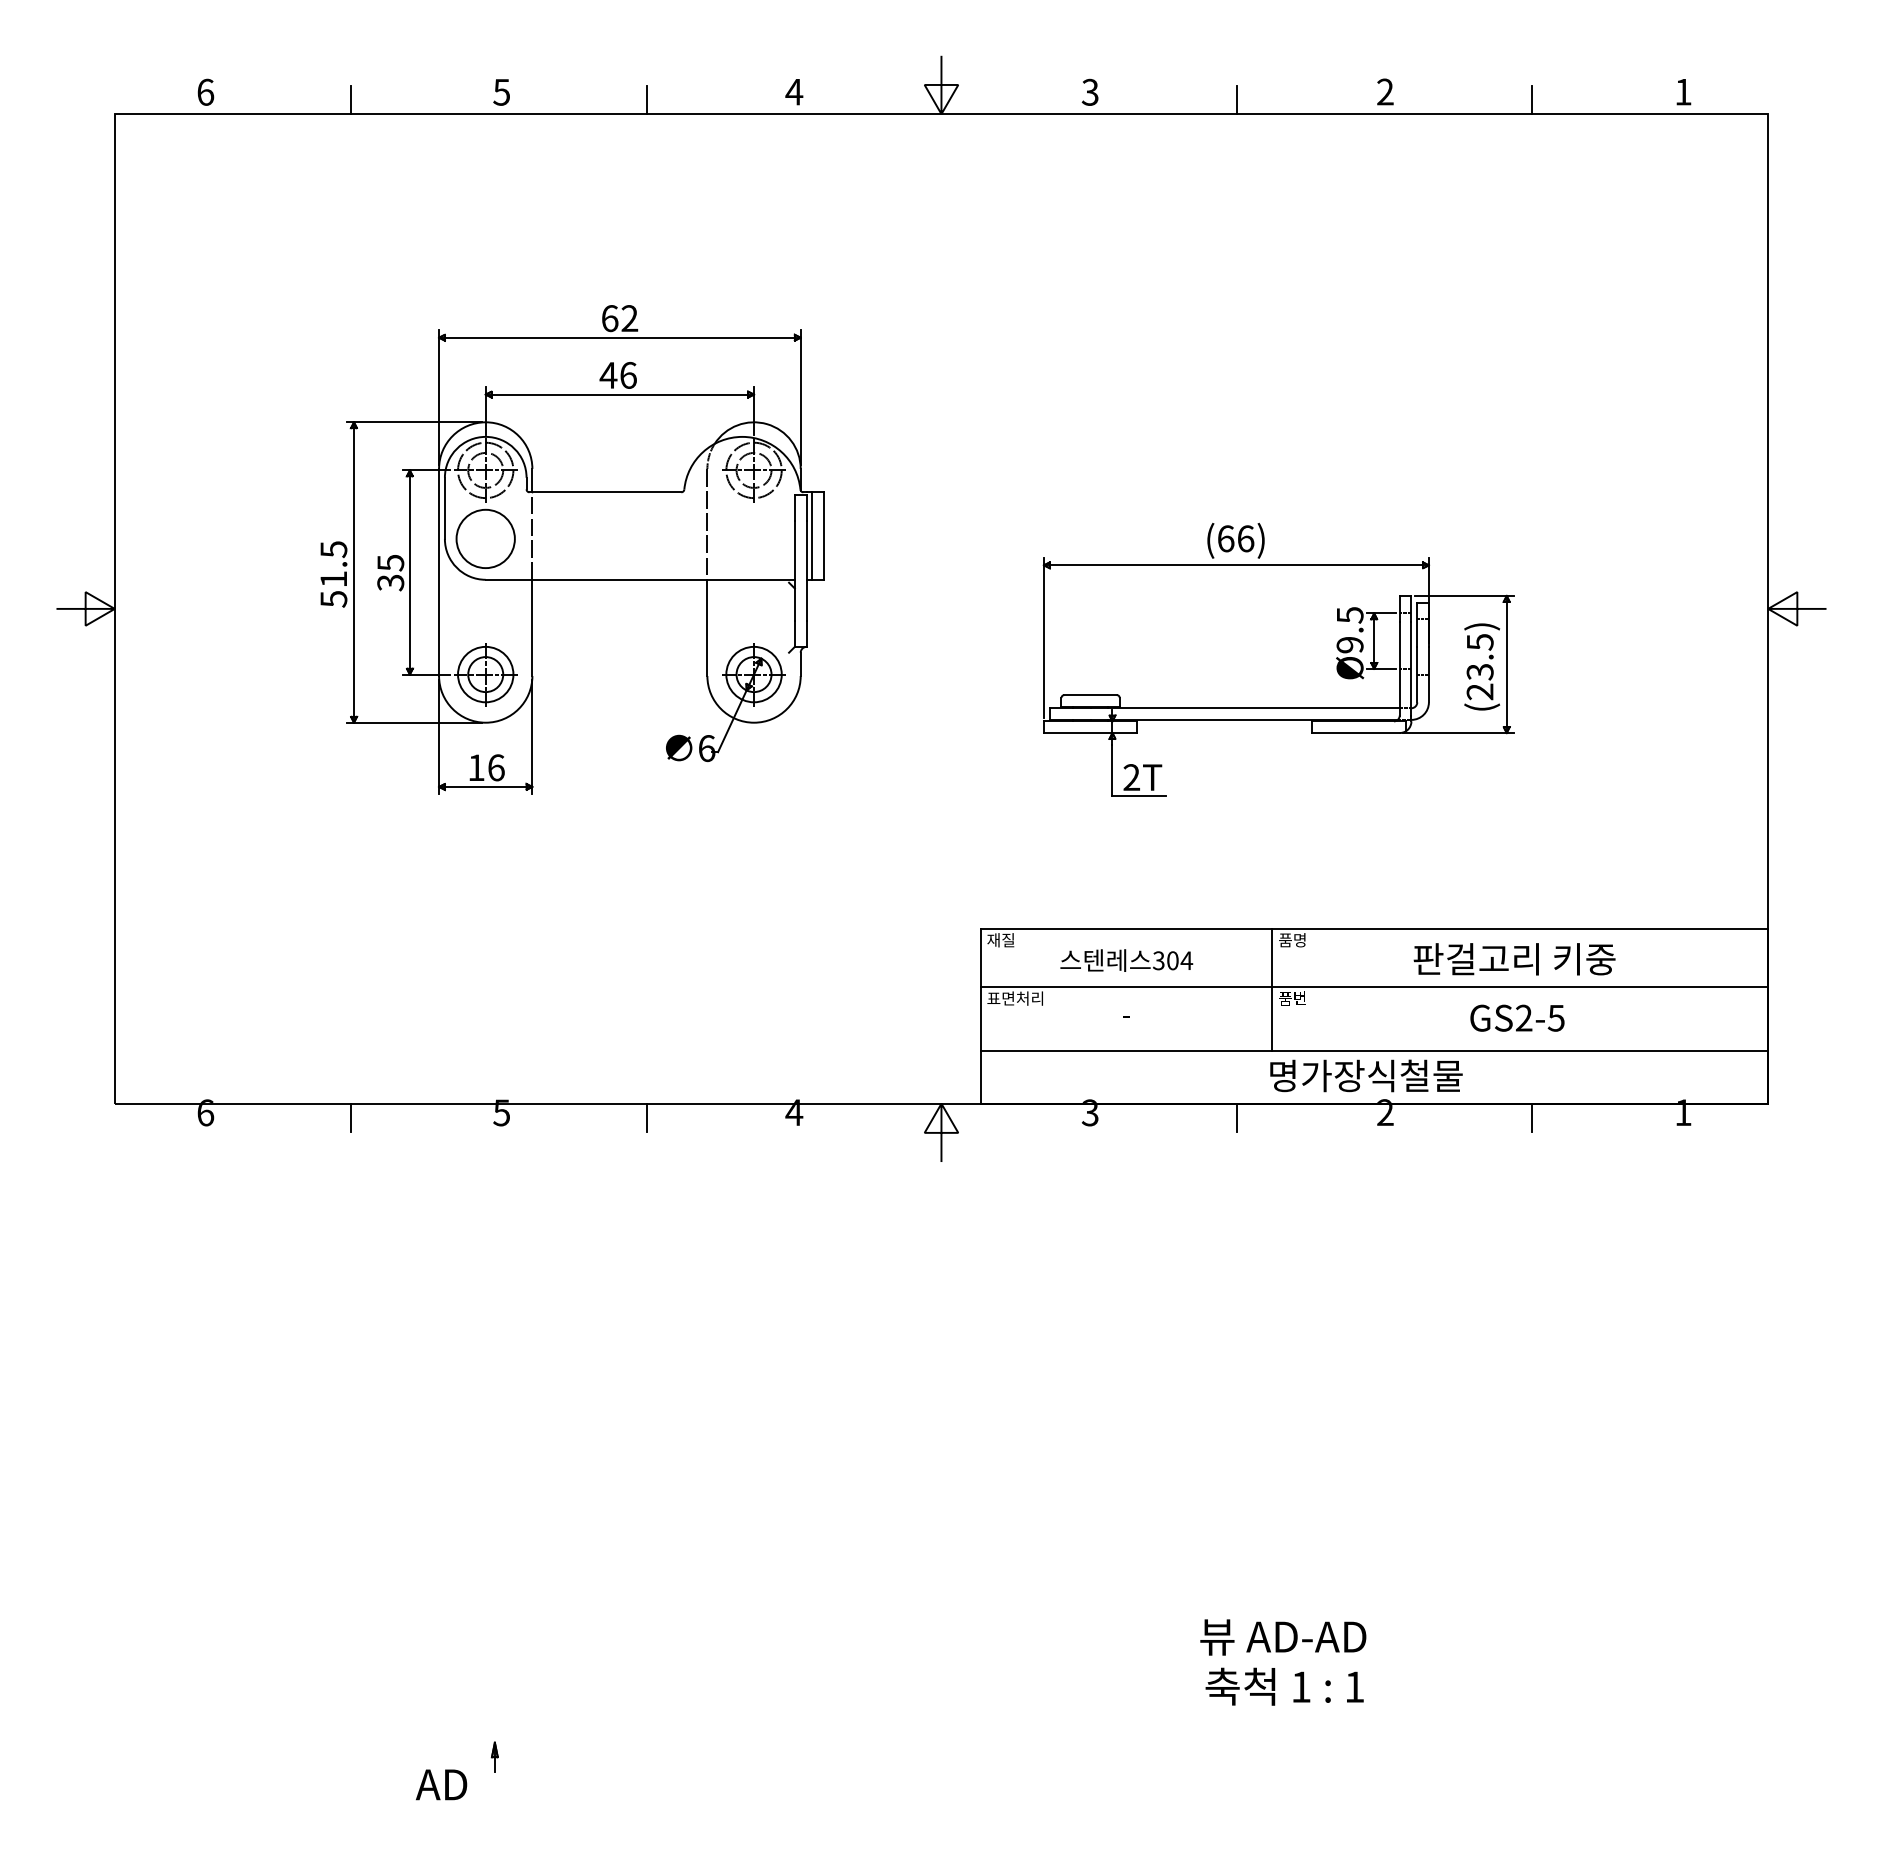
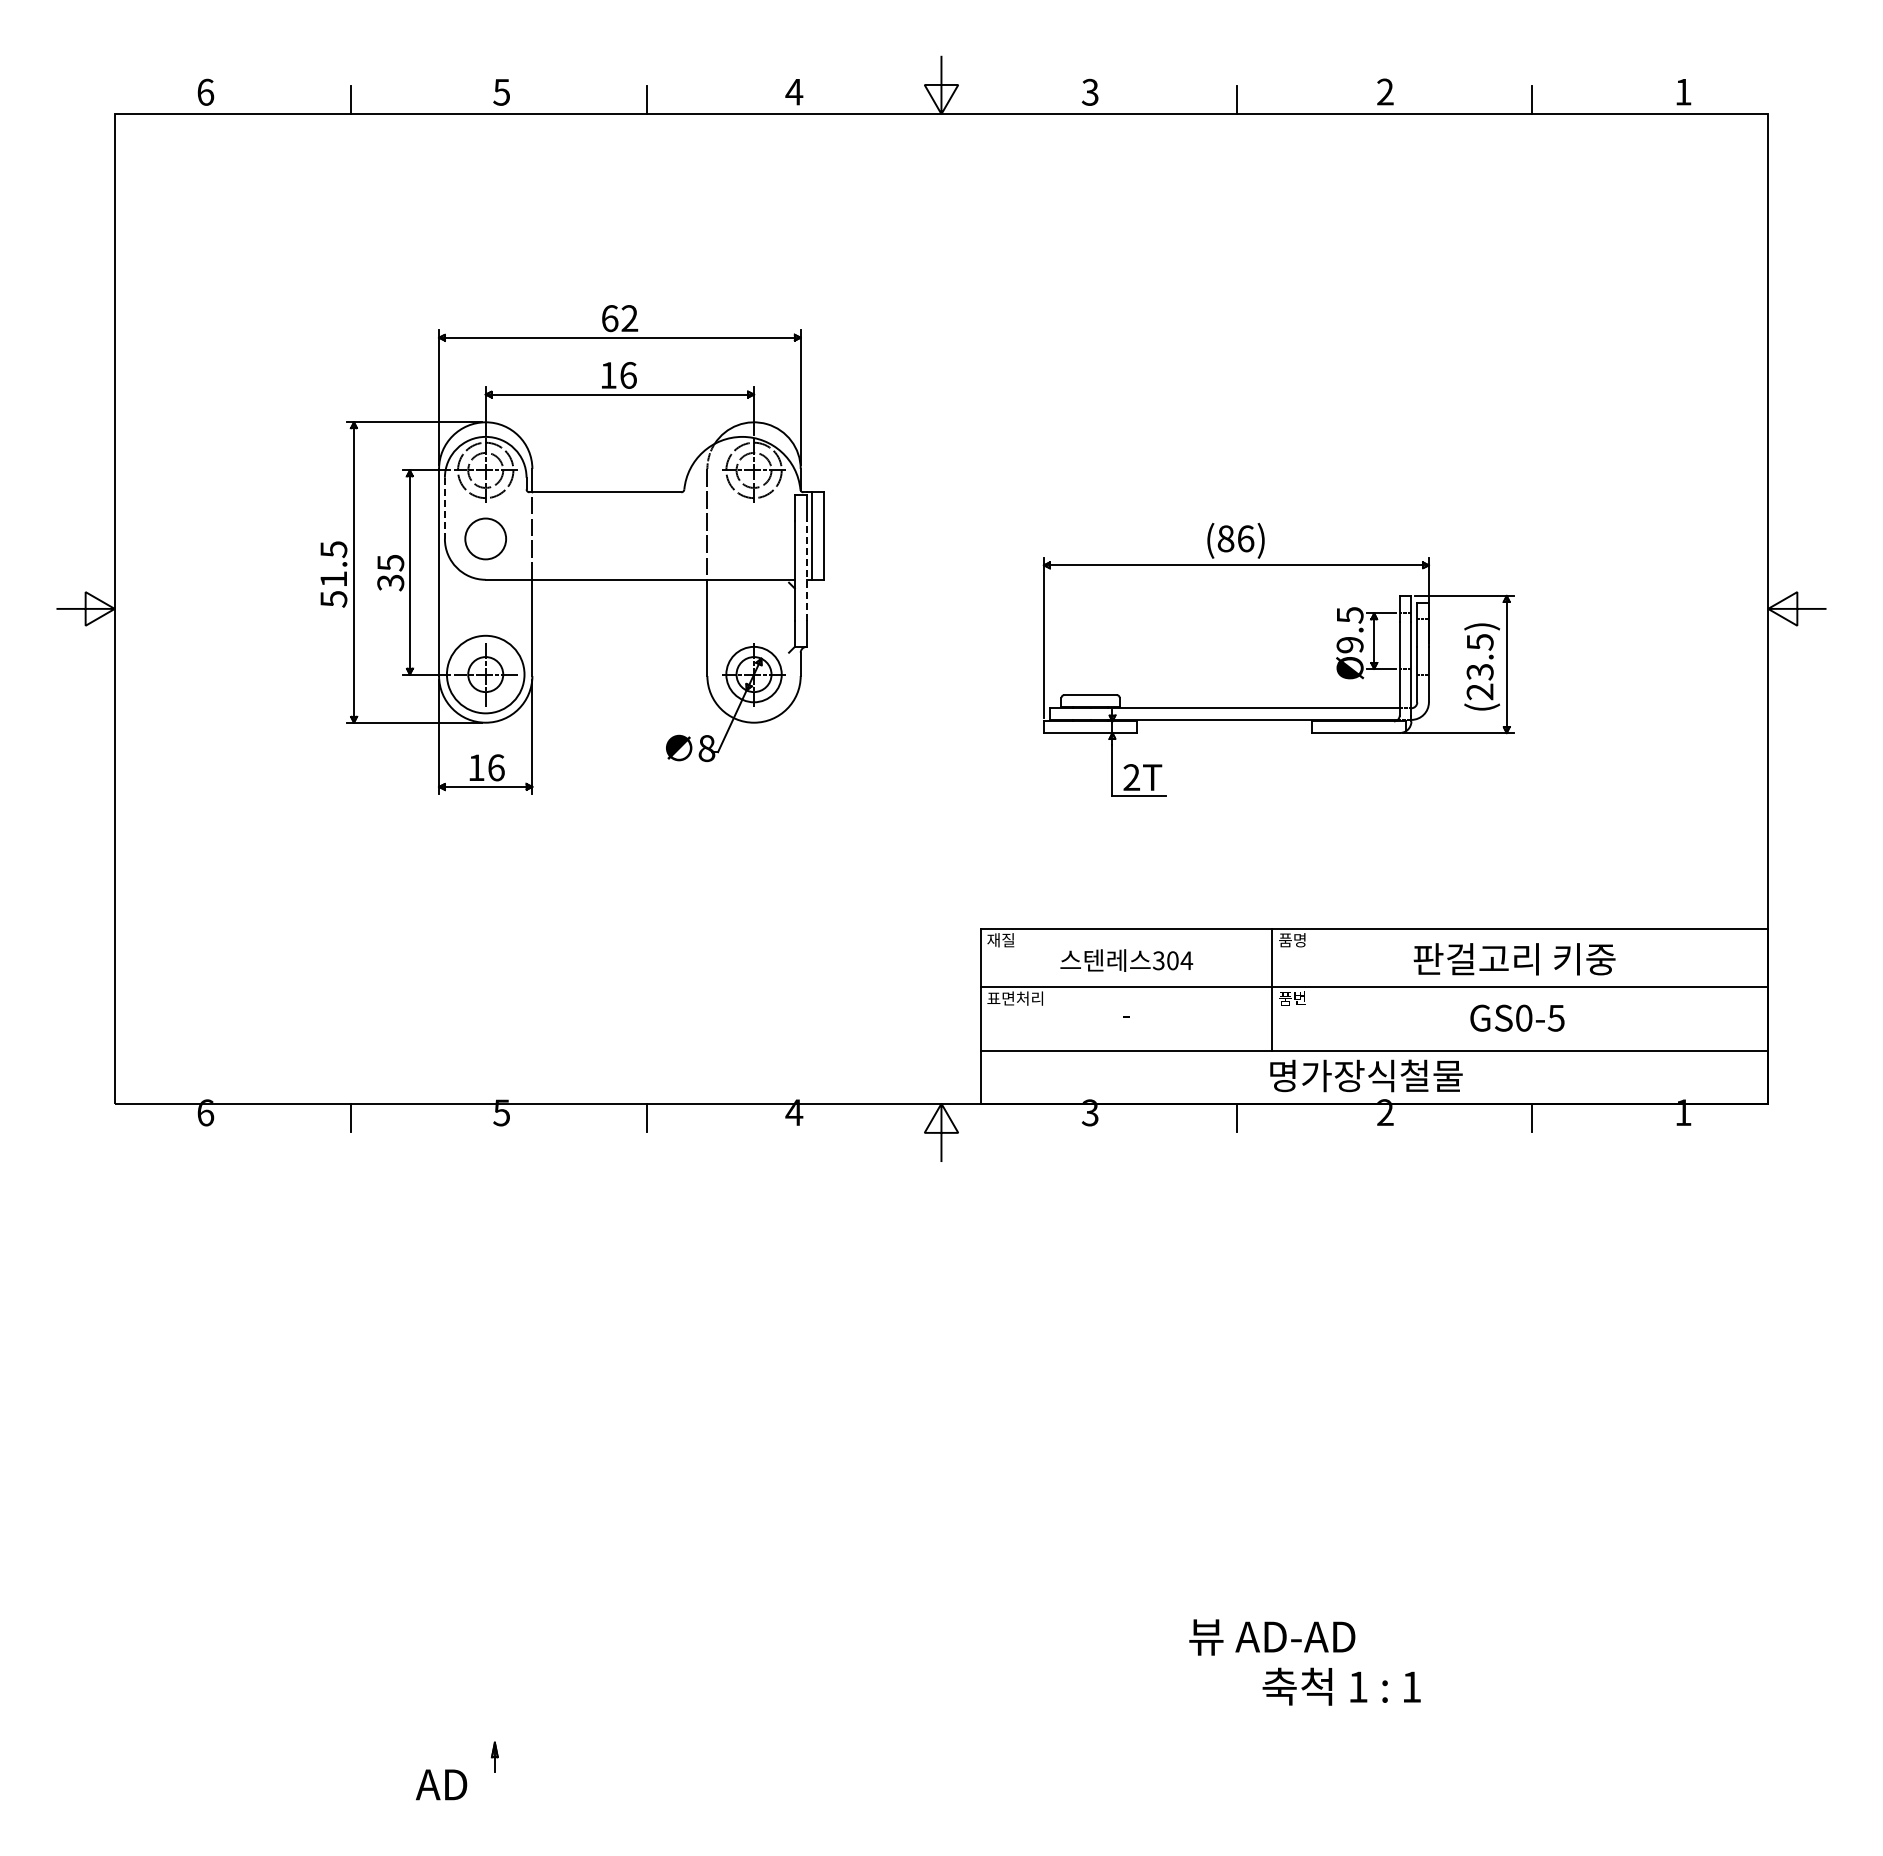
text at (608, 375): 46 -> 16
line at (444, 508): solid -> dashed
circle at (485, 538) diameter: 58 px -> 41 px
text at (1225, 538): (66) -> (86)
line at (806, 571): solid -> dashed
circle at (485, 674) diameter: 55 px -> 78 px
text at (706, 748): 6 -> 8
text at (1524, 1017): GS2-5 -> GS0-5
text at (1283, 1637) position: (1283, 1637) -> (1272, 1637)
text at (1284, 1686) position: (1284, 1686) -> (1341, 1686)
